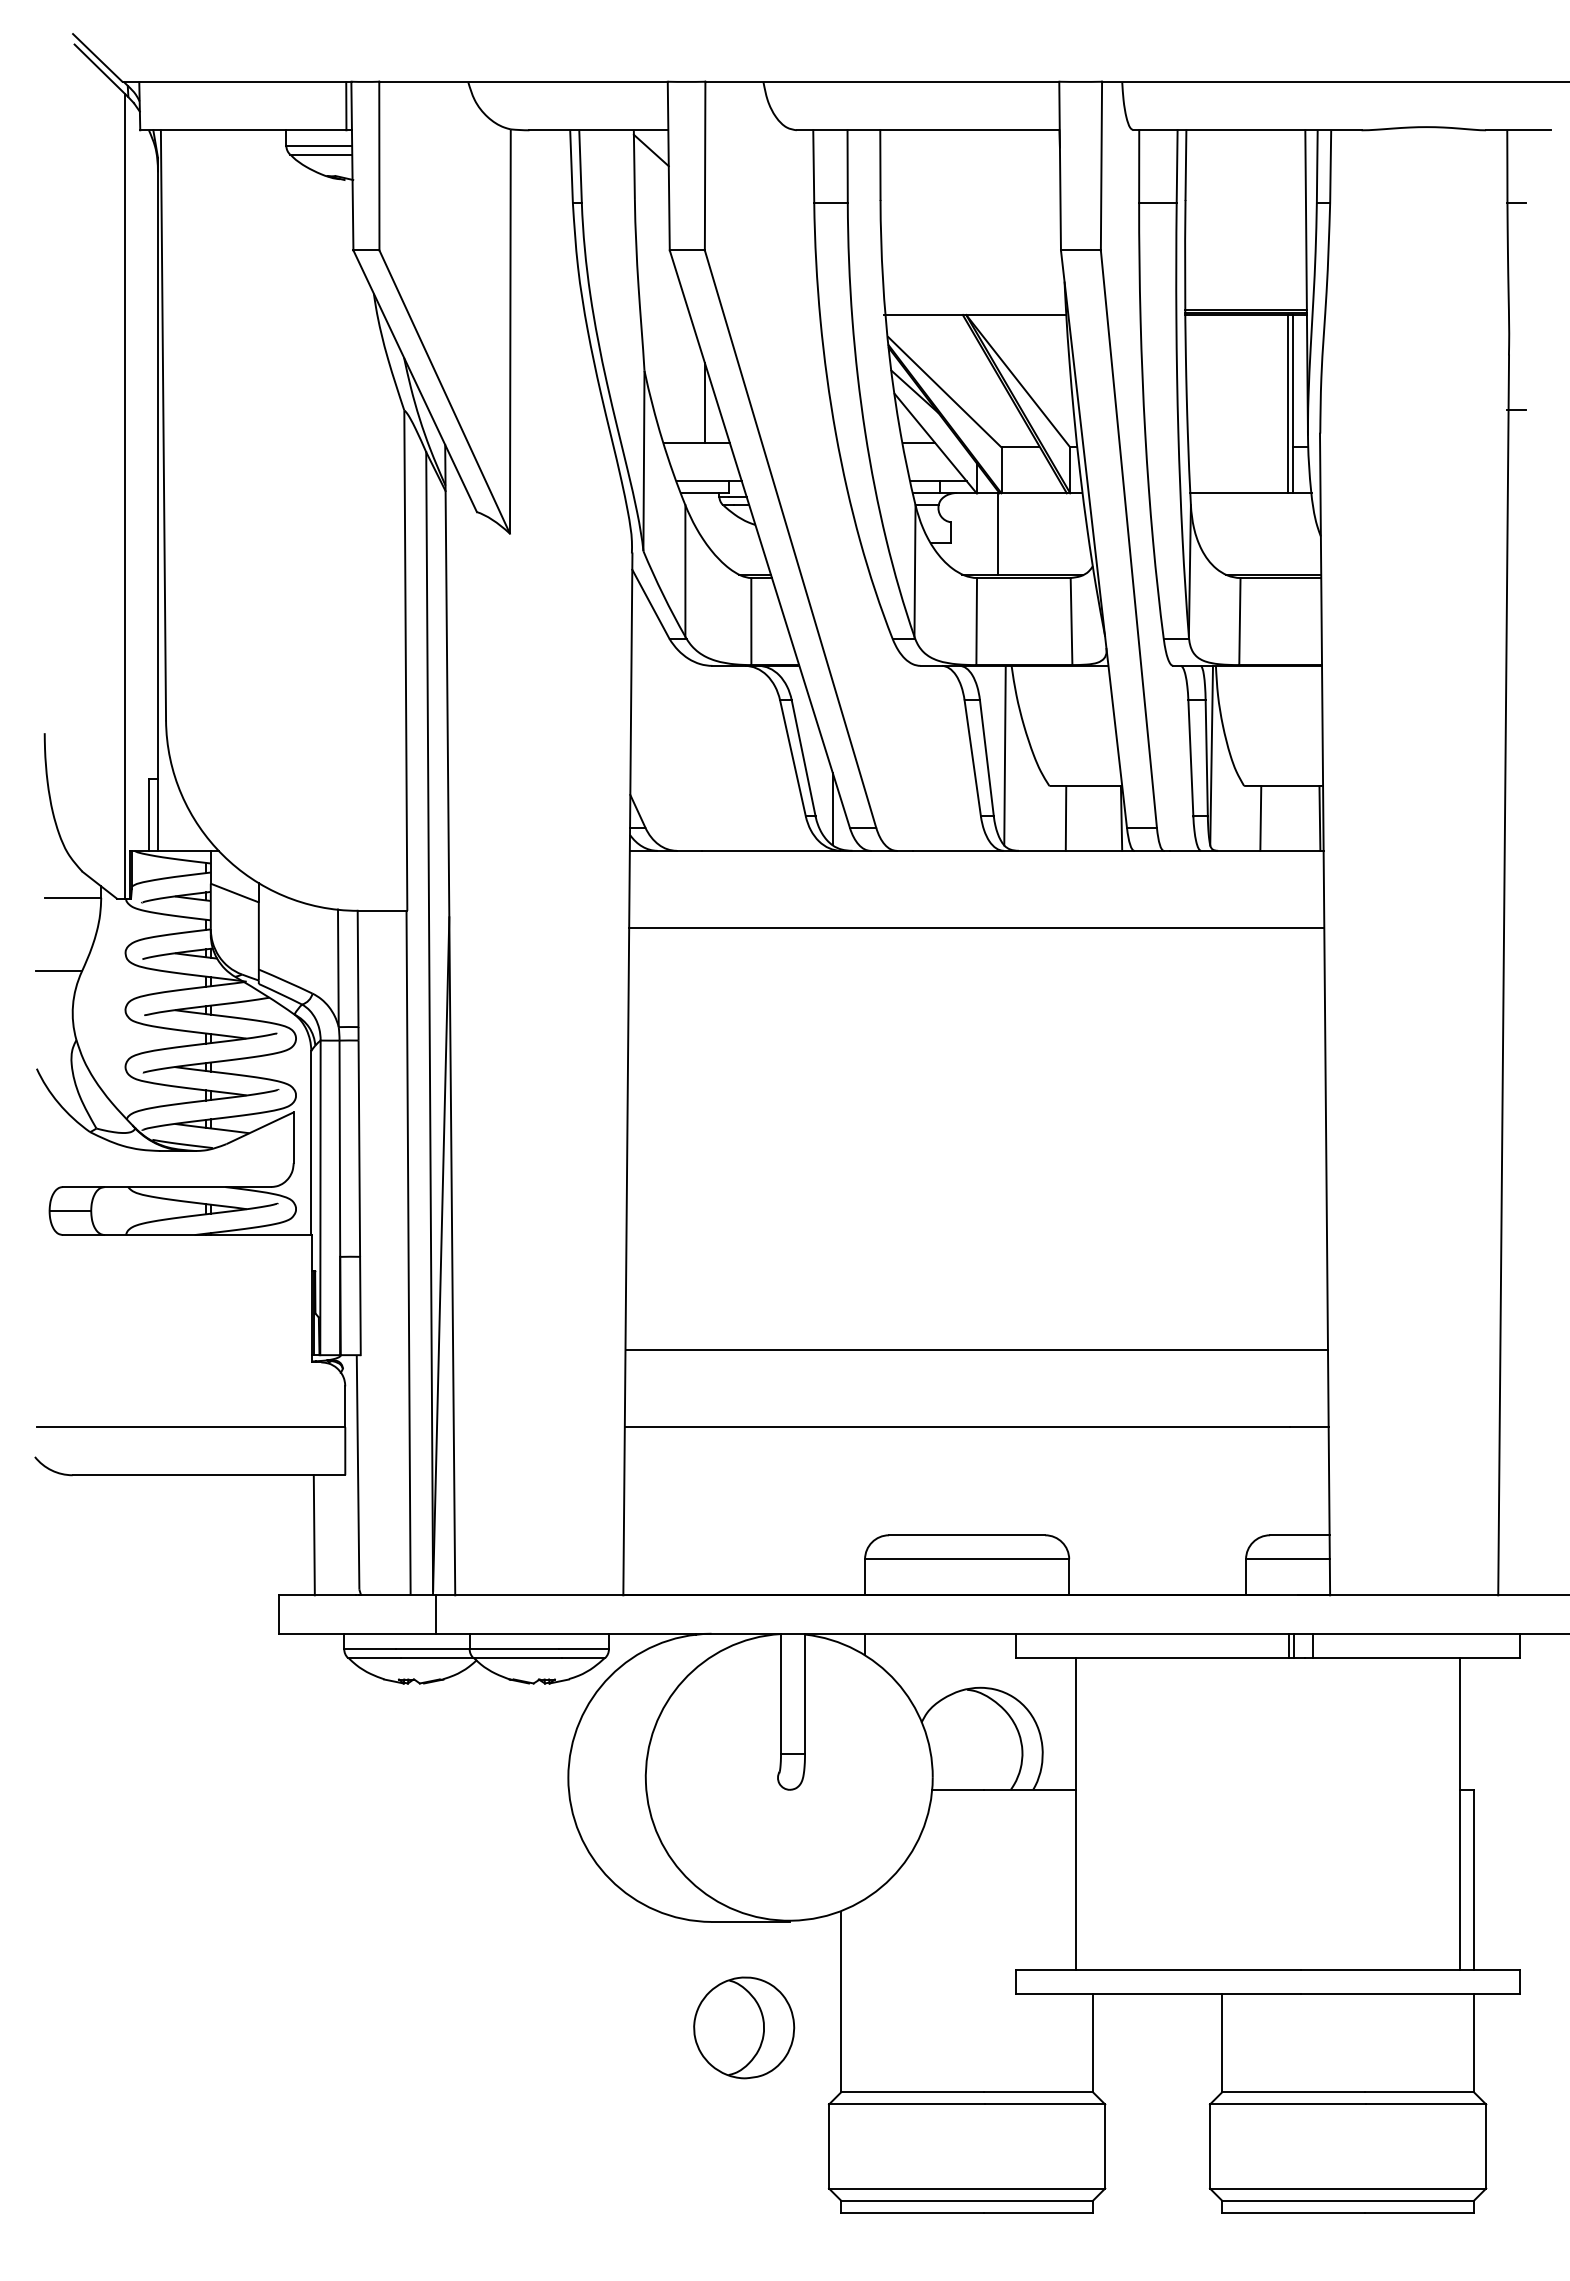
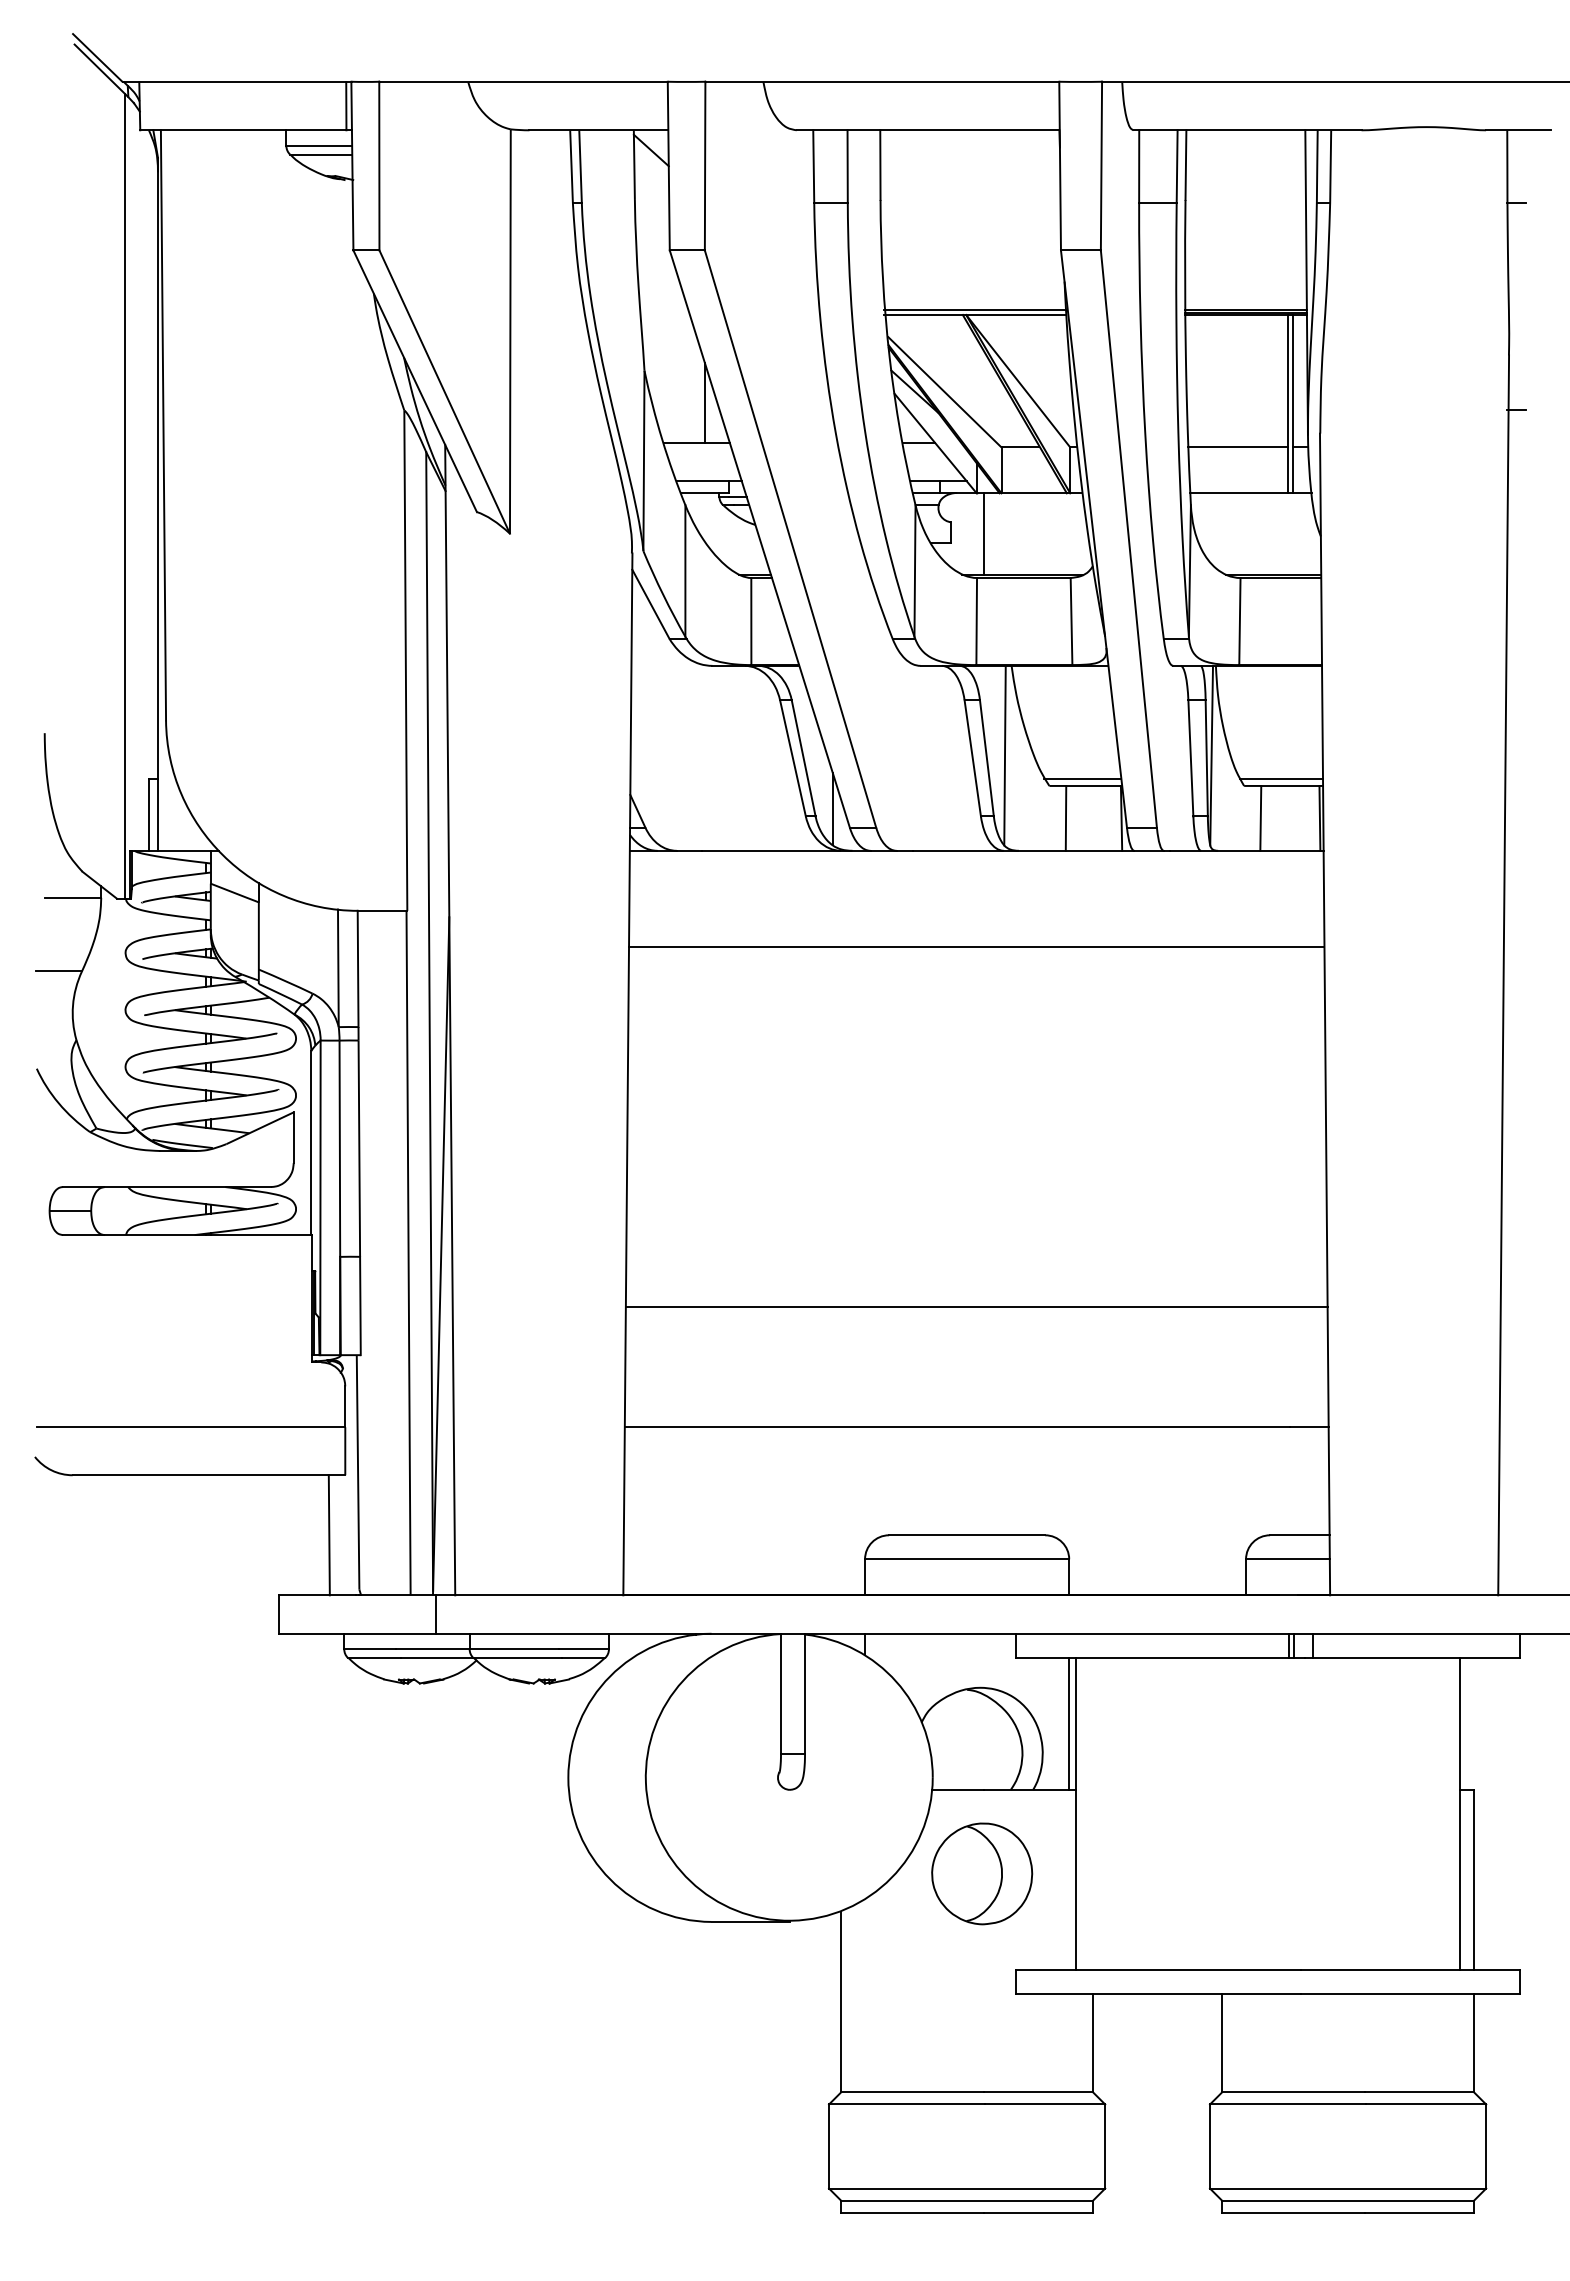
line at (974, 310): none -> present
line at (1237, 447): none -> present
line at (997, 533) position: (997, 533) -> (983, 533)
line at (1082, 778): none -> present
line at (1281, 778): none -> present
line at (976, 927) position: (976, 927) -> (976, 946)
line at (976, 1350) position: (976, 1350) -> (976, 1307)
line at (313, 1535) position: (313, 1535) -> (328, 1535)
line at (1069, 1723): none -> present
part at (744, 2027) position: (744, 2027) -> (982, 1873)
